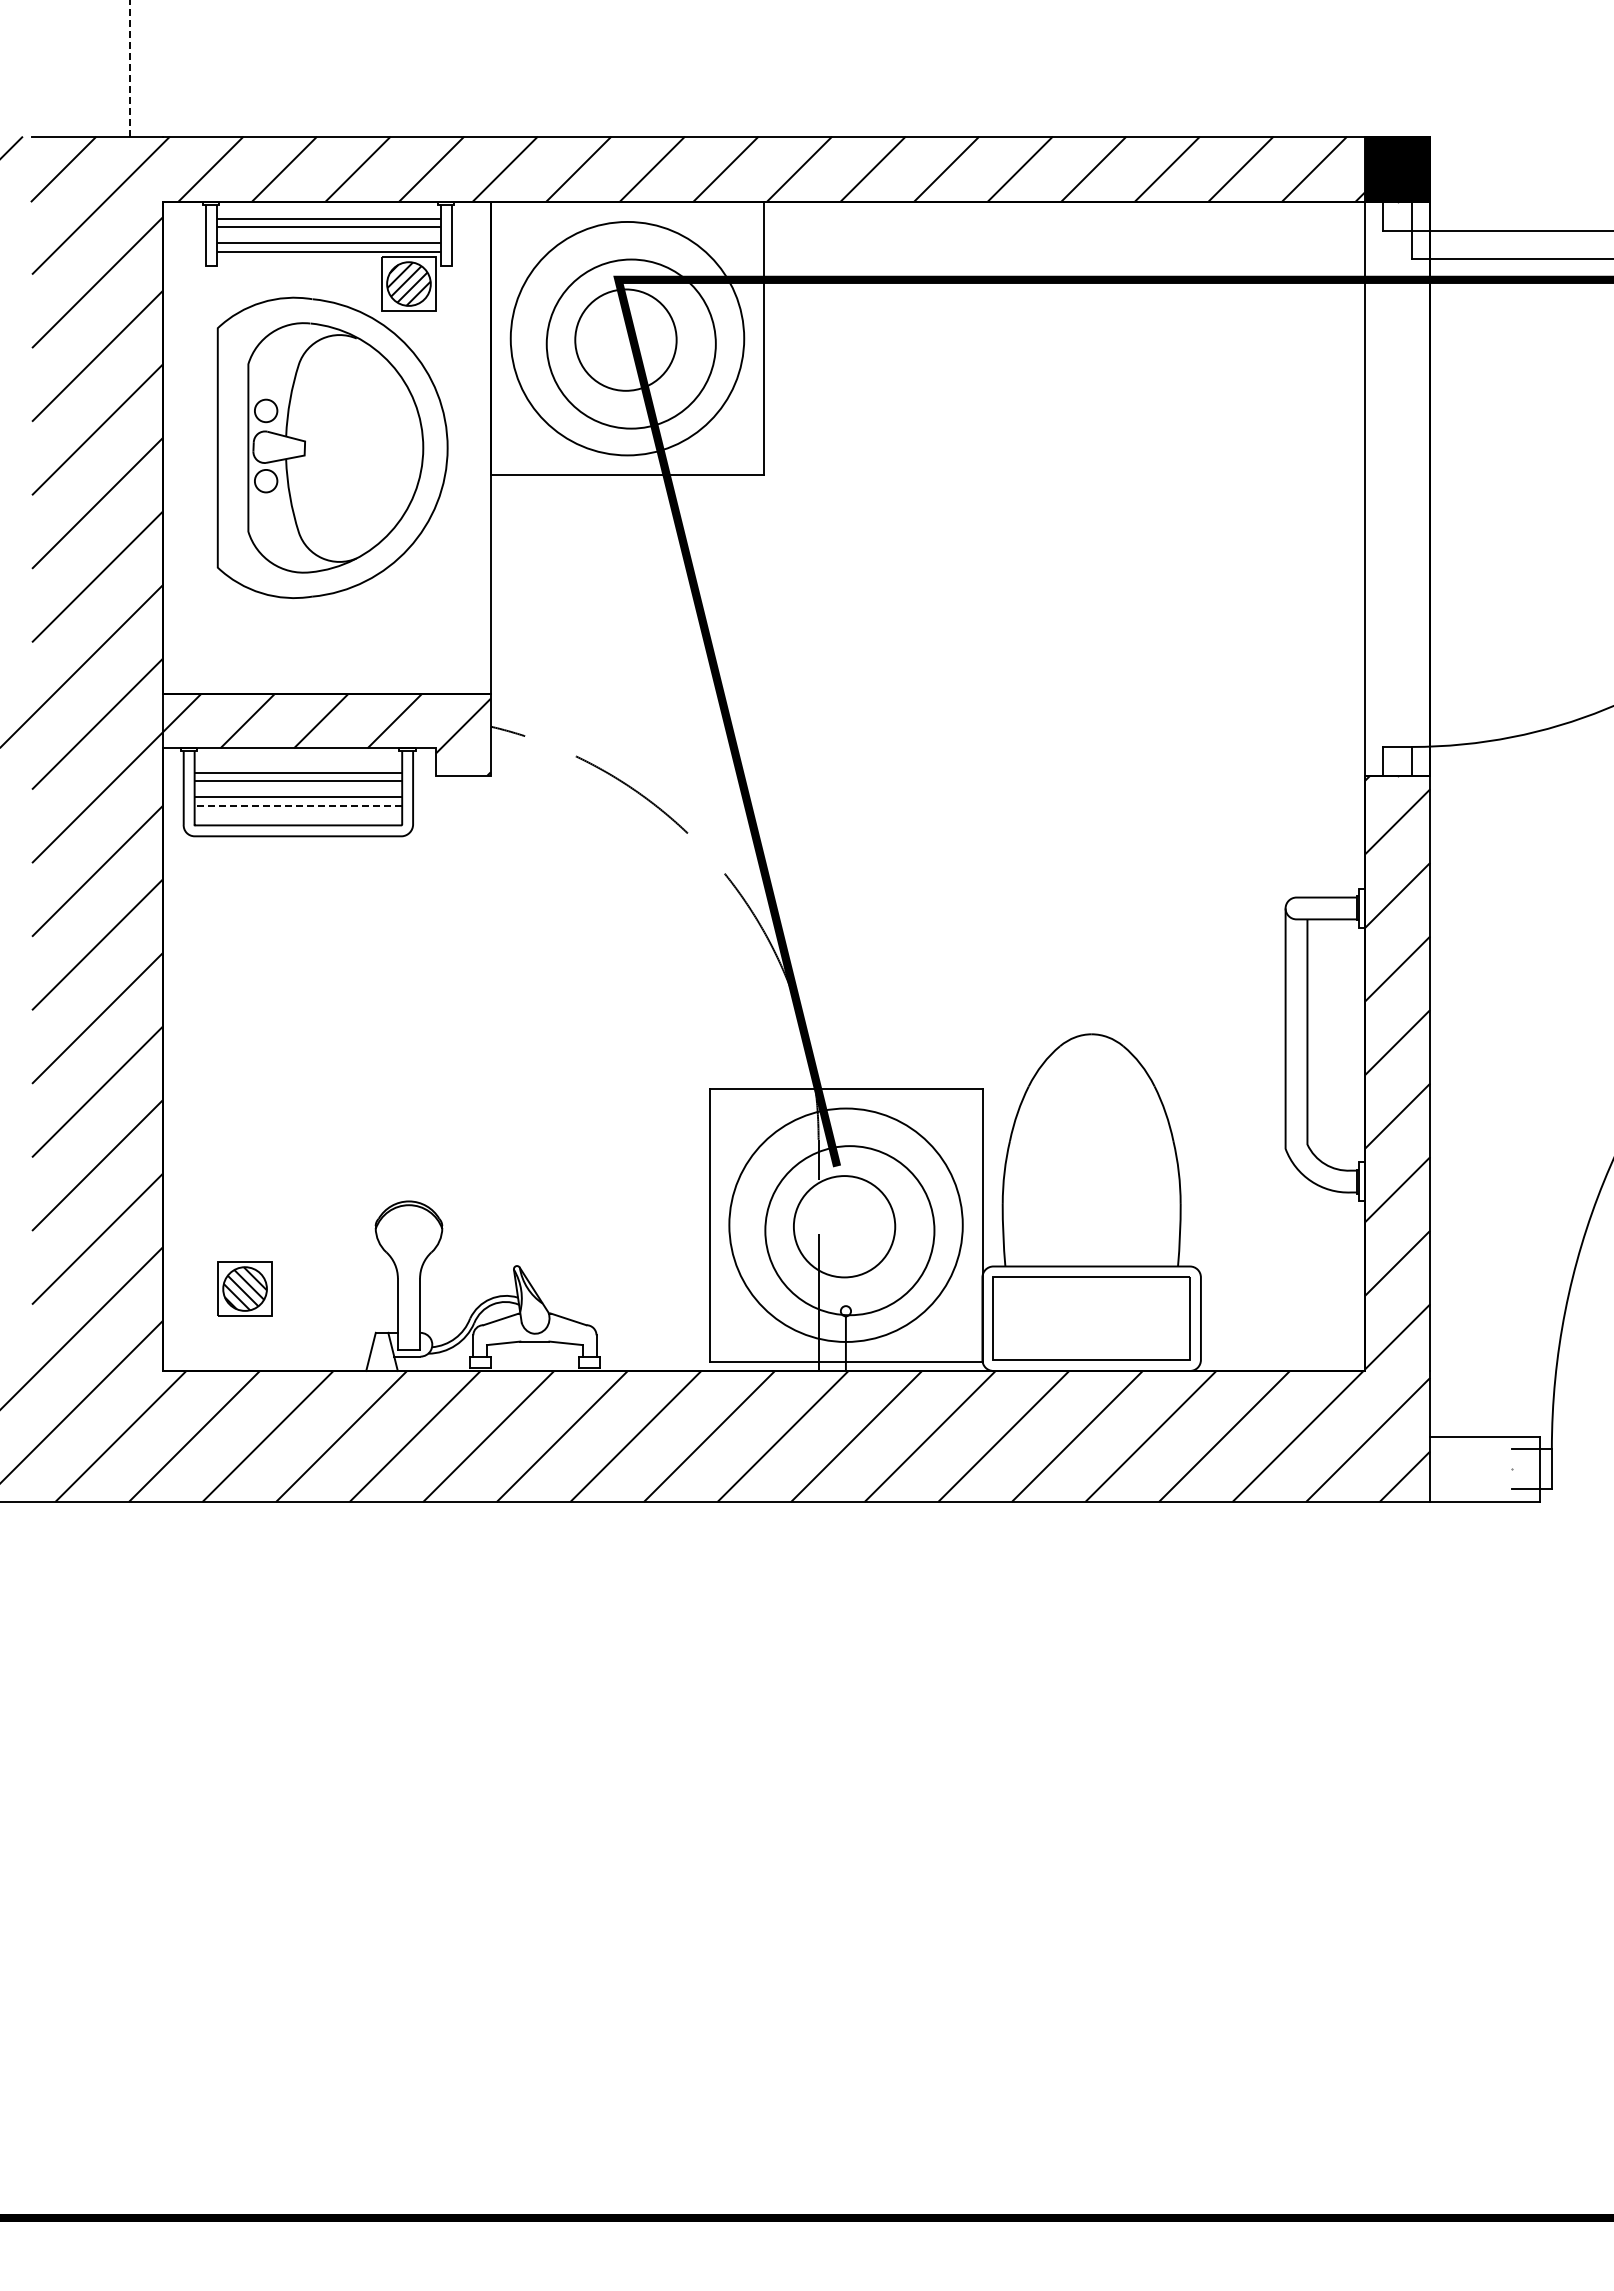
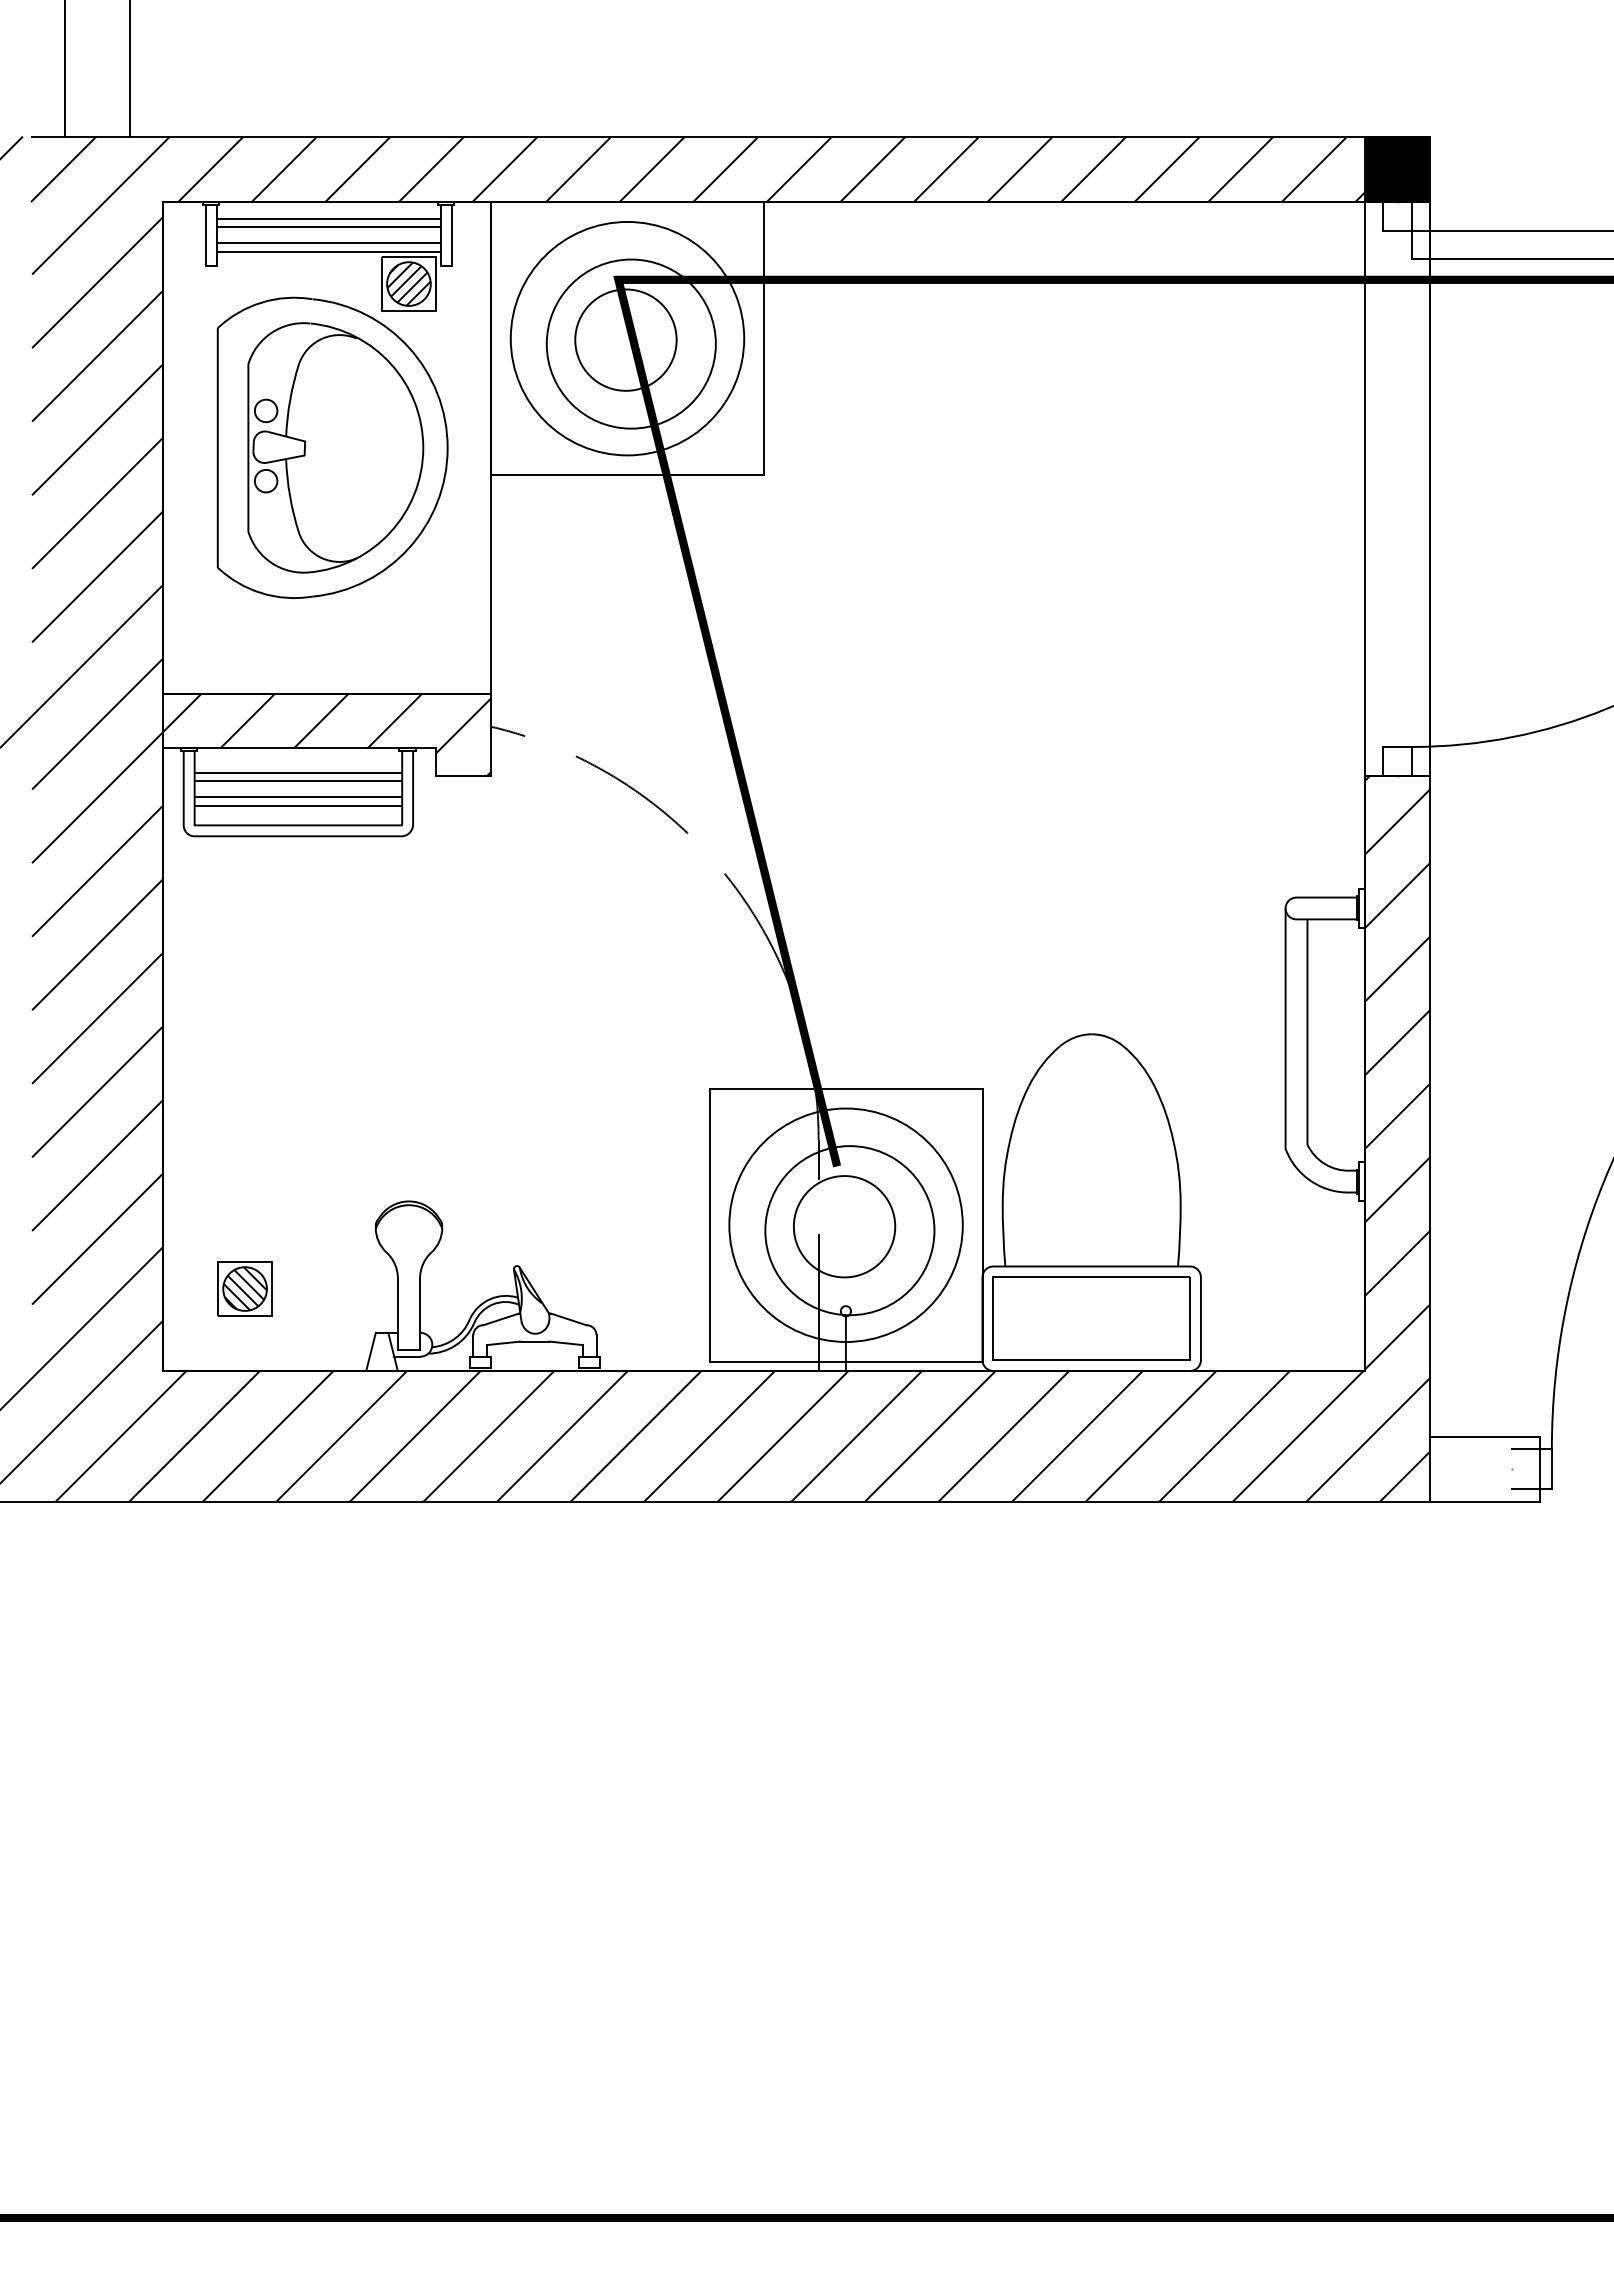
line at (130, 68): dashed -> solid
line at (64, 69): none -> present
line at (298, 805): dashed -> solid
